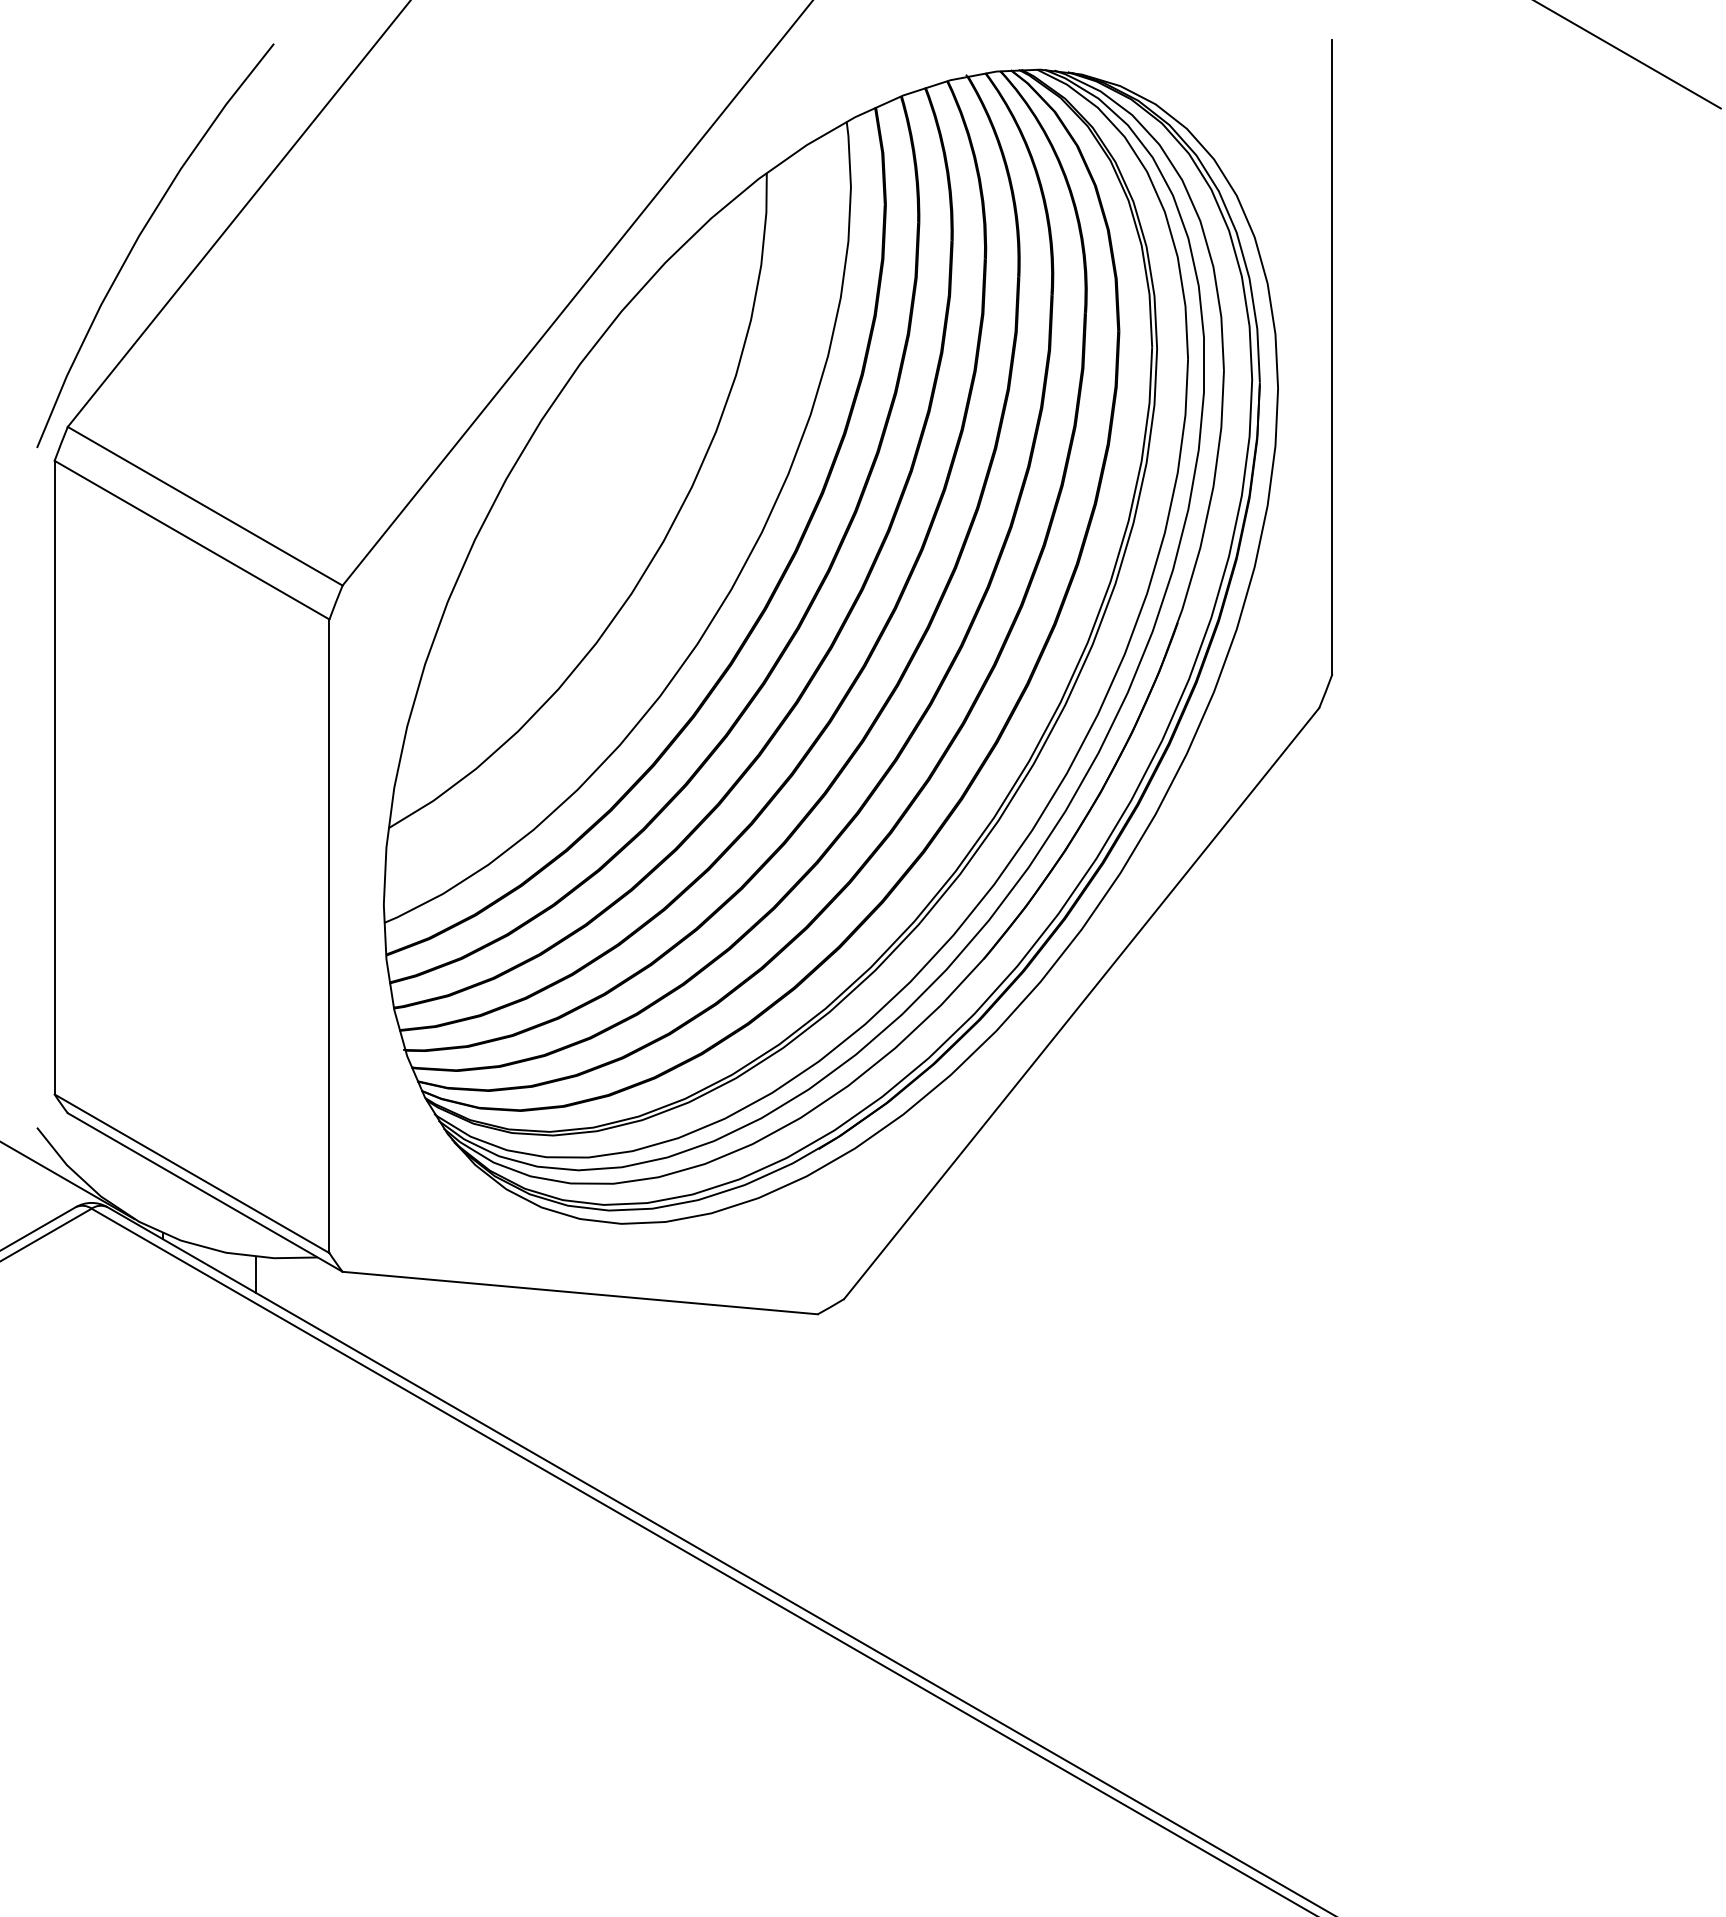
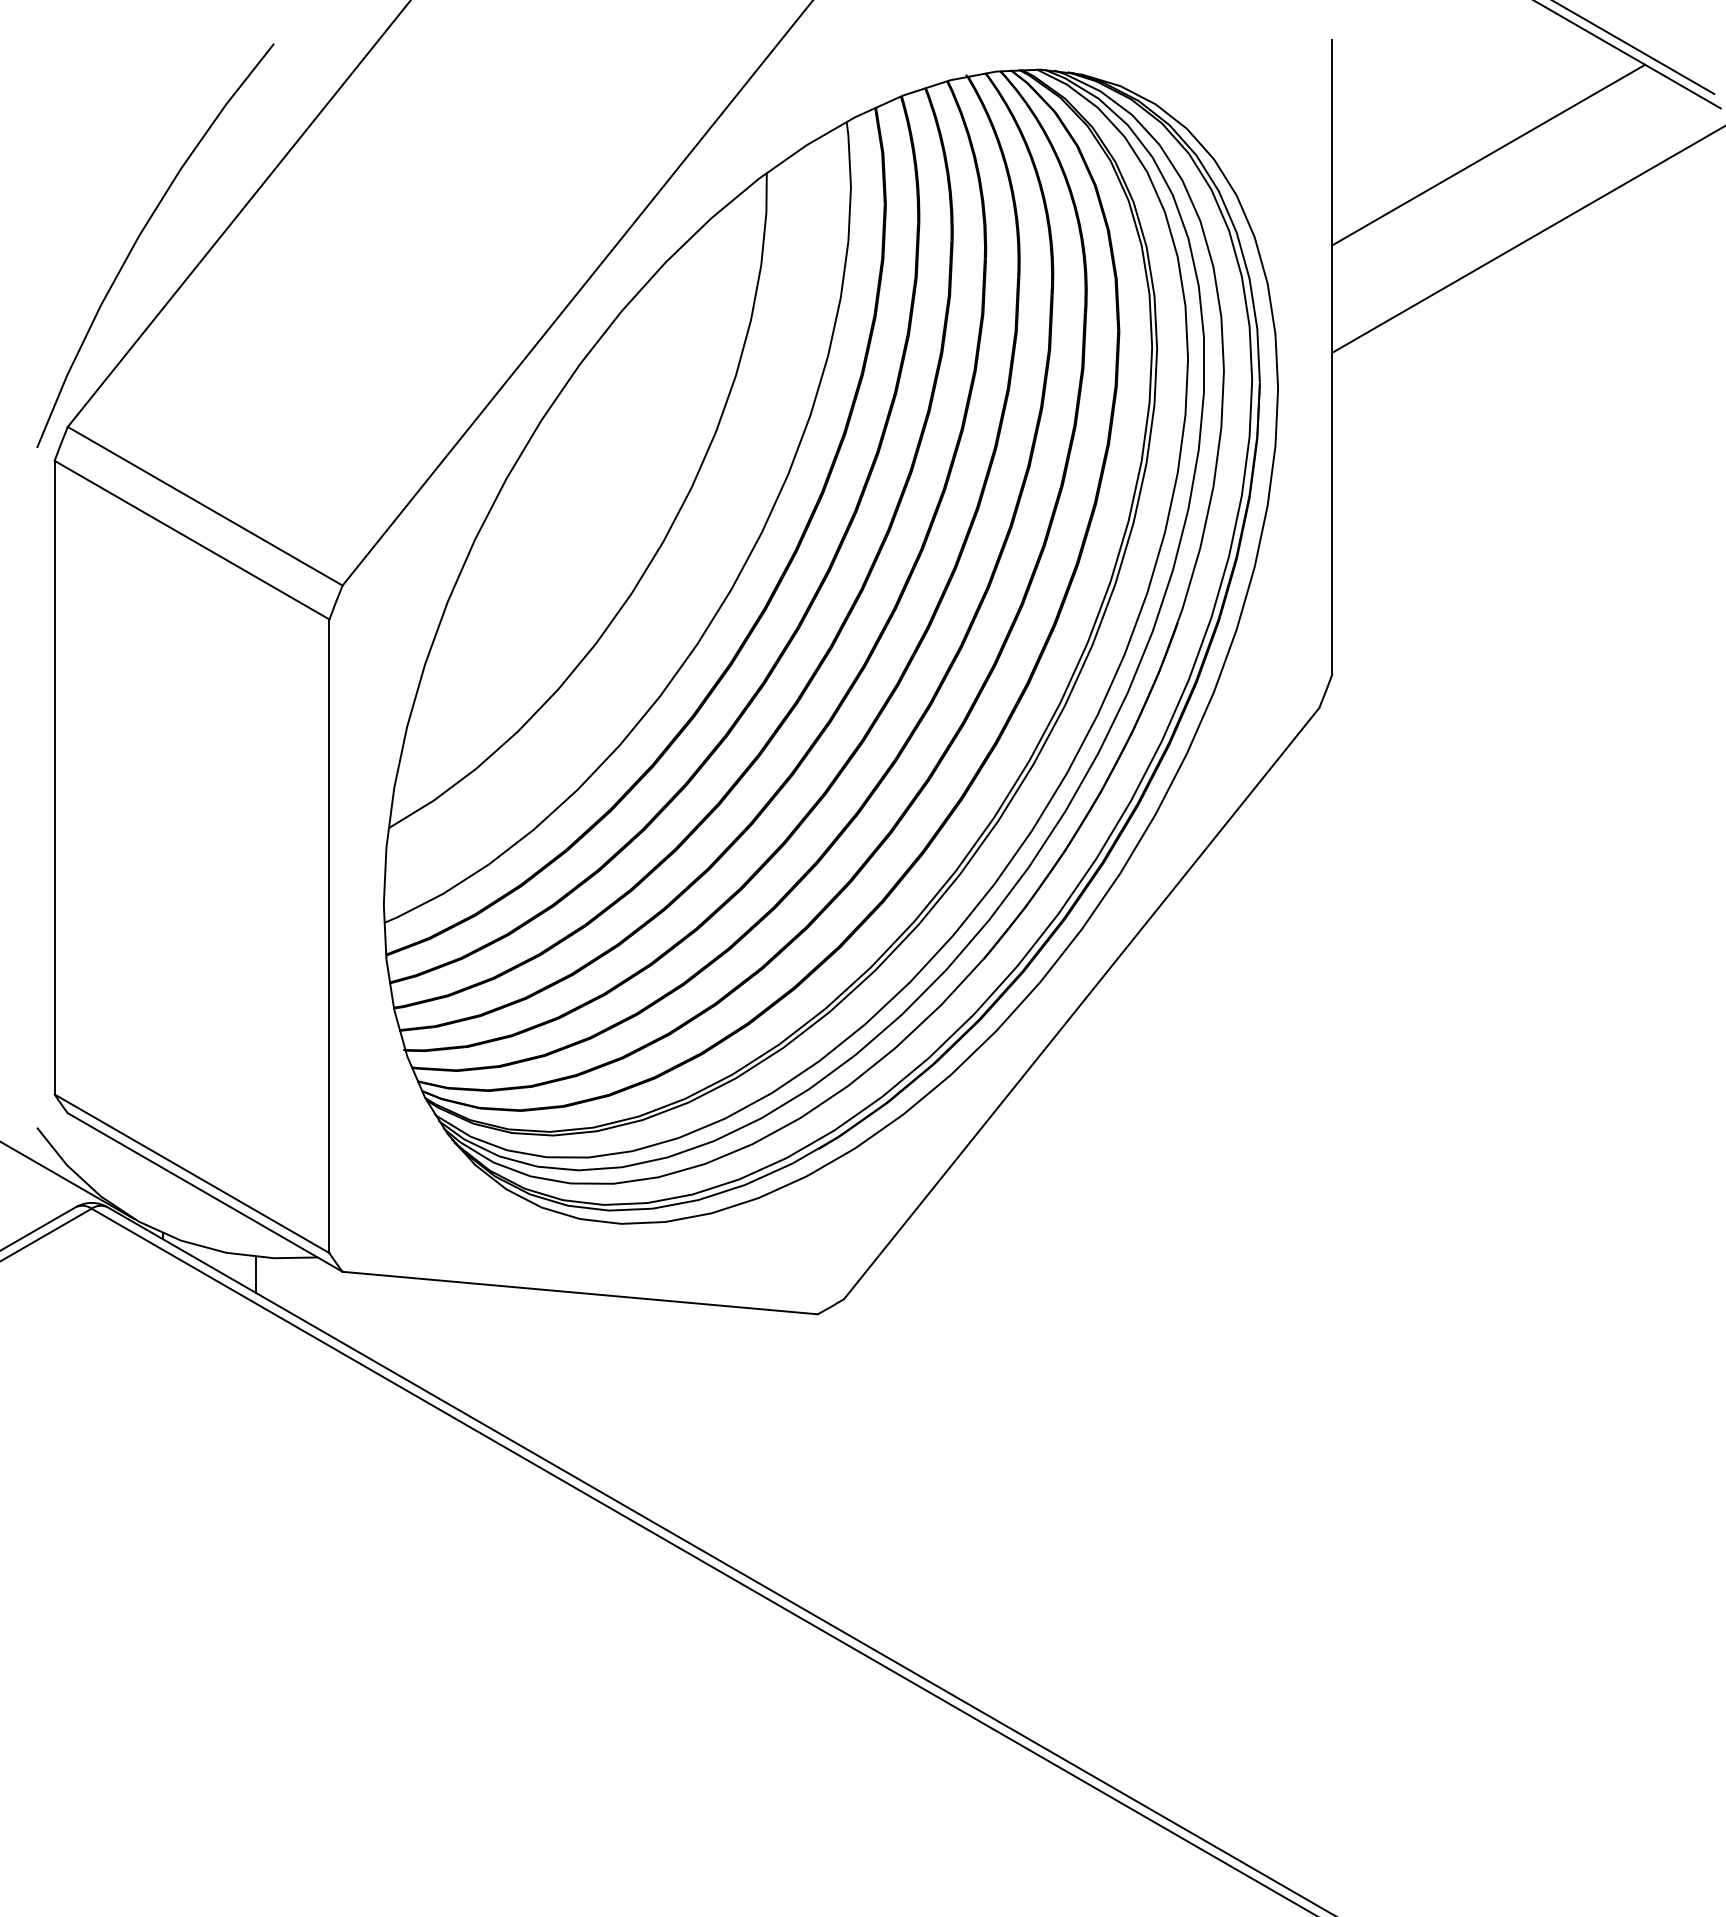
line at (1634, 48): none -> present
line at (1488, 154): none -> present
line at (1527, 239): none -> present
